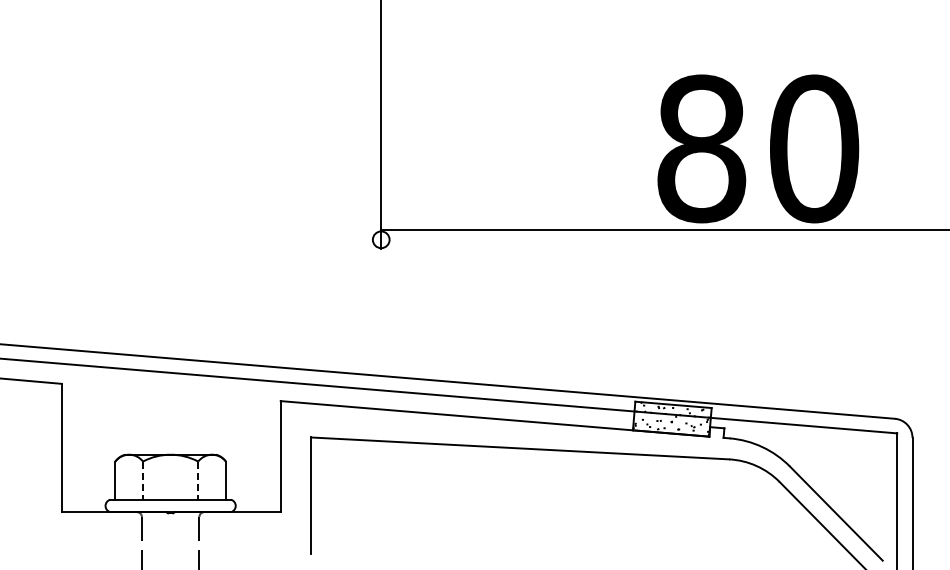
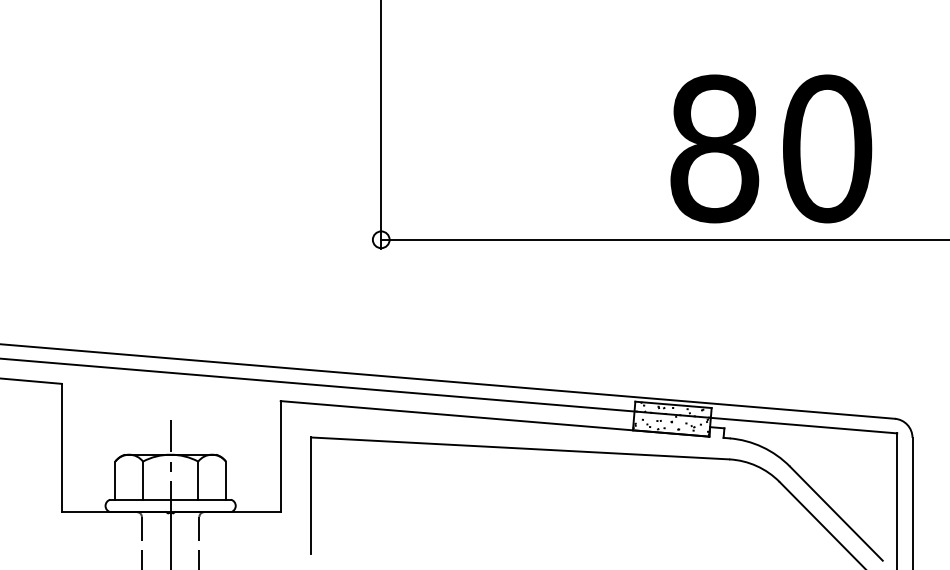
text at (758, 148) position: (758, 148) -> (771, 148)
line at (663, 229) position: (663, 229) -> (663, 239)
line at (143, 481): dashed -> solid
line at (198, 481): dashed -> solid
line at (170, 492): none -> present
